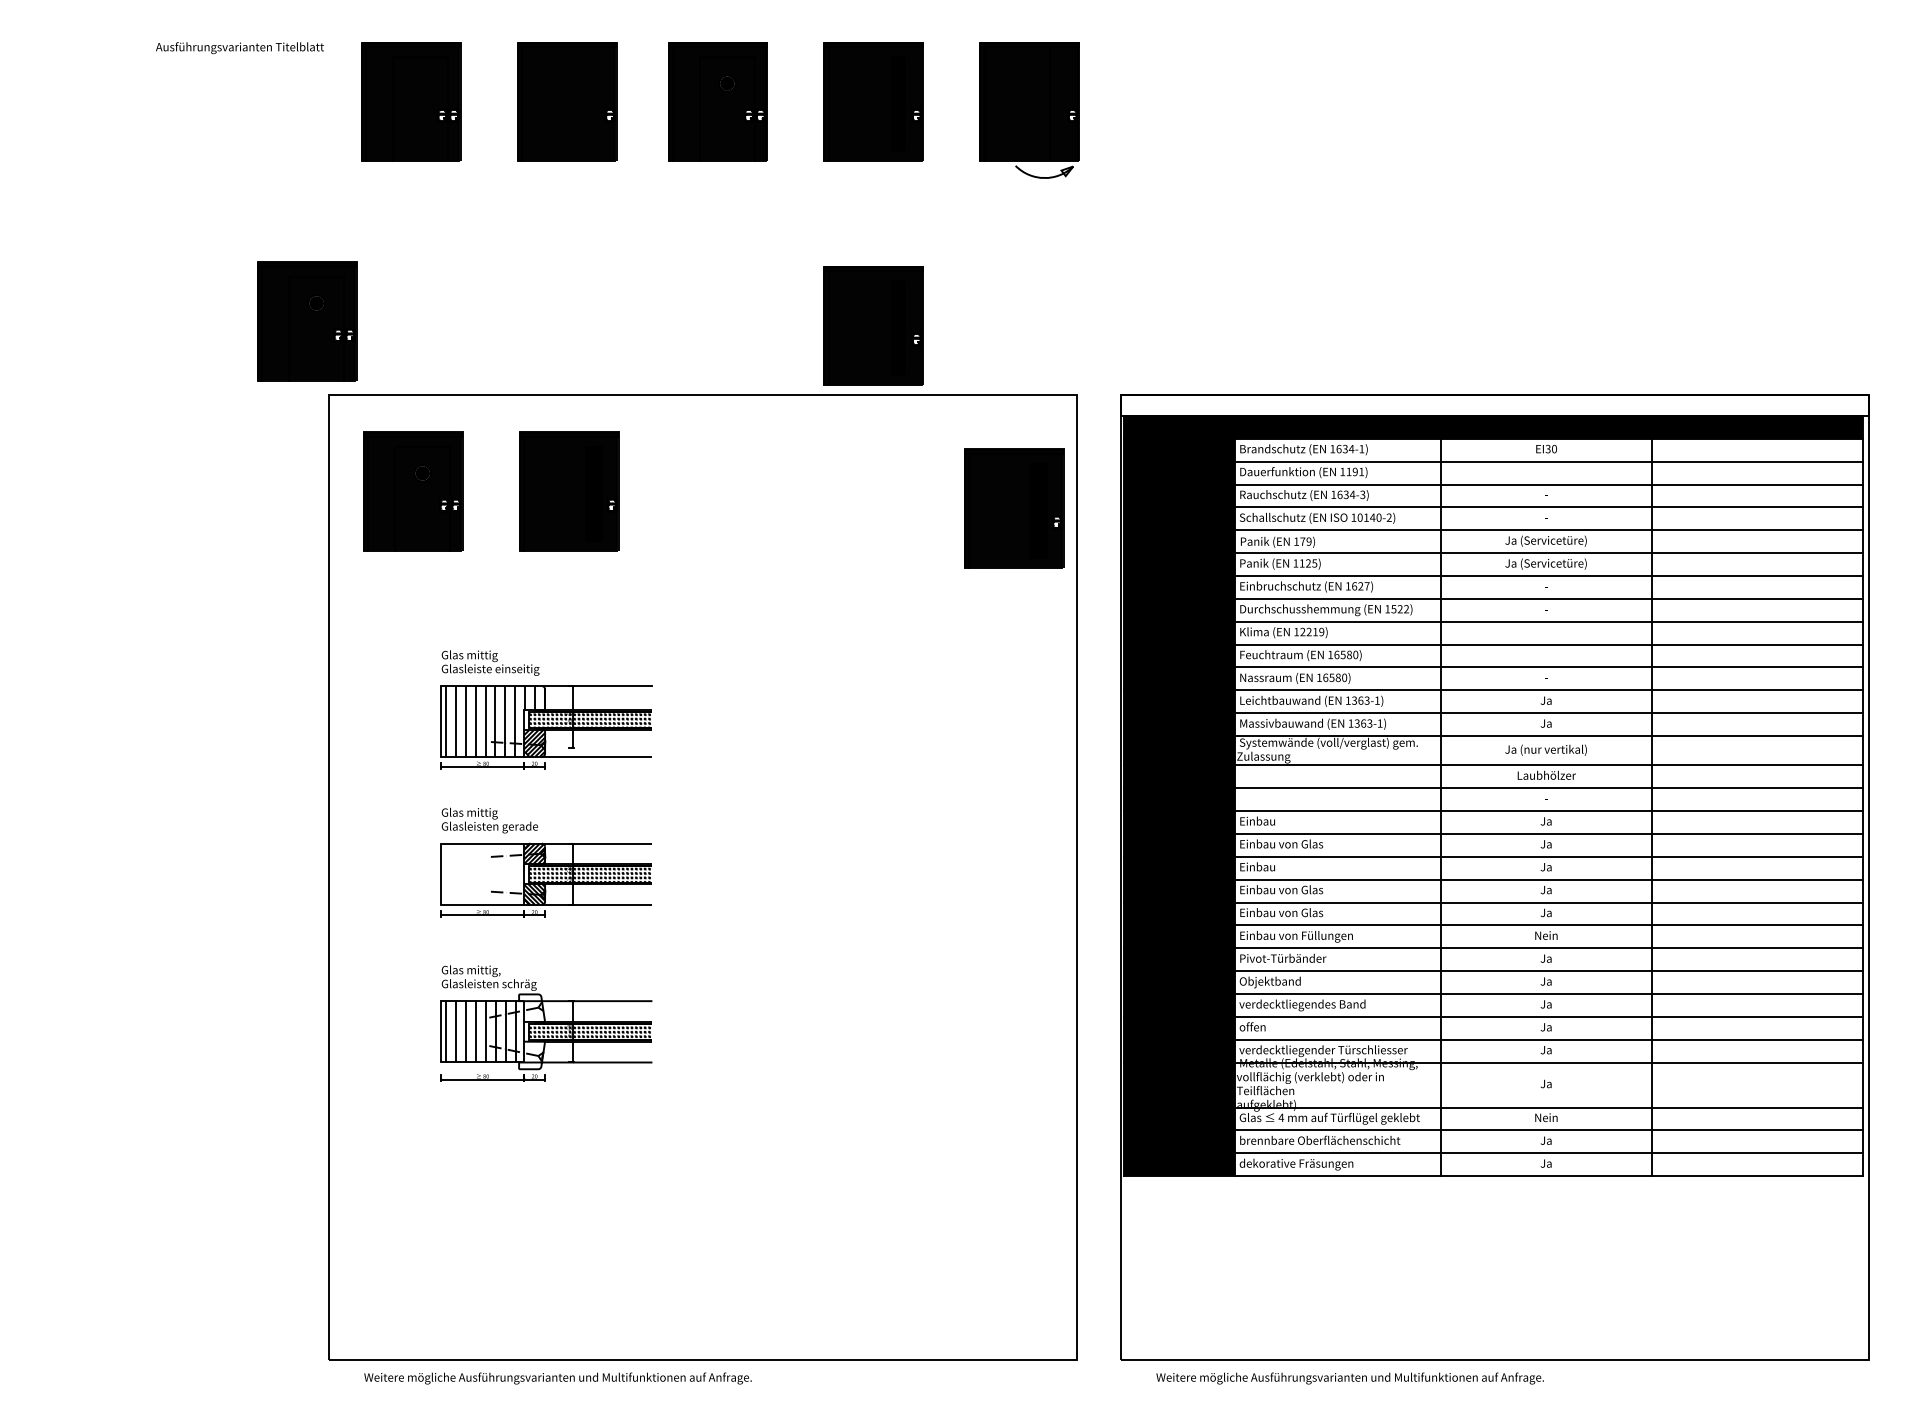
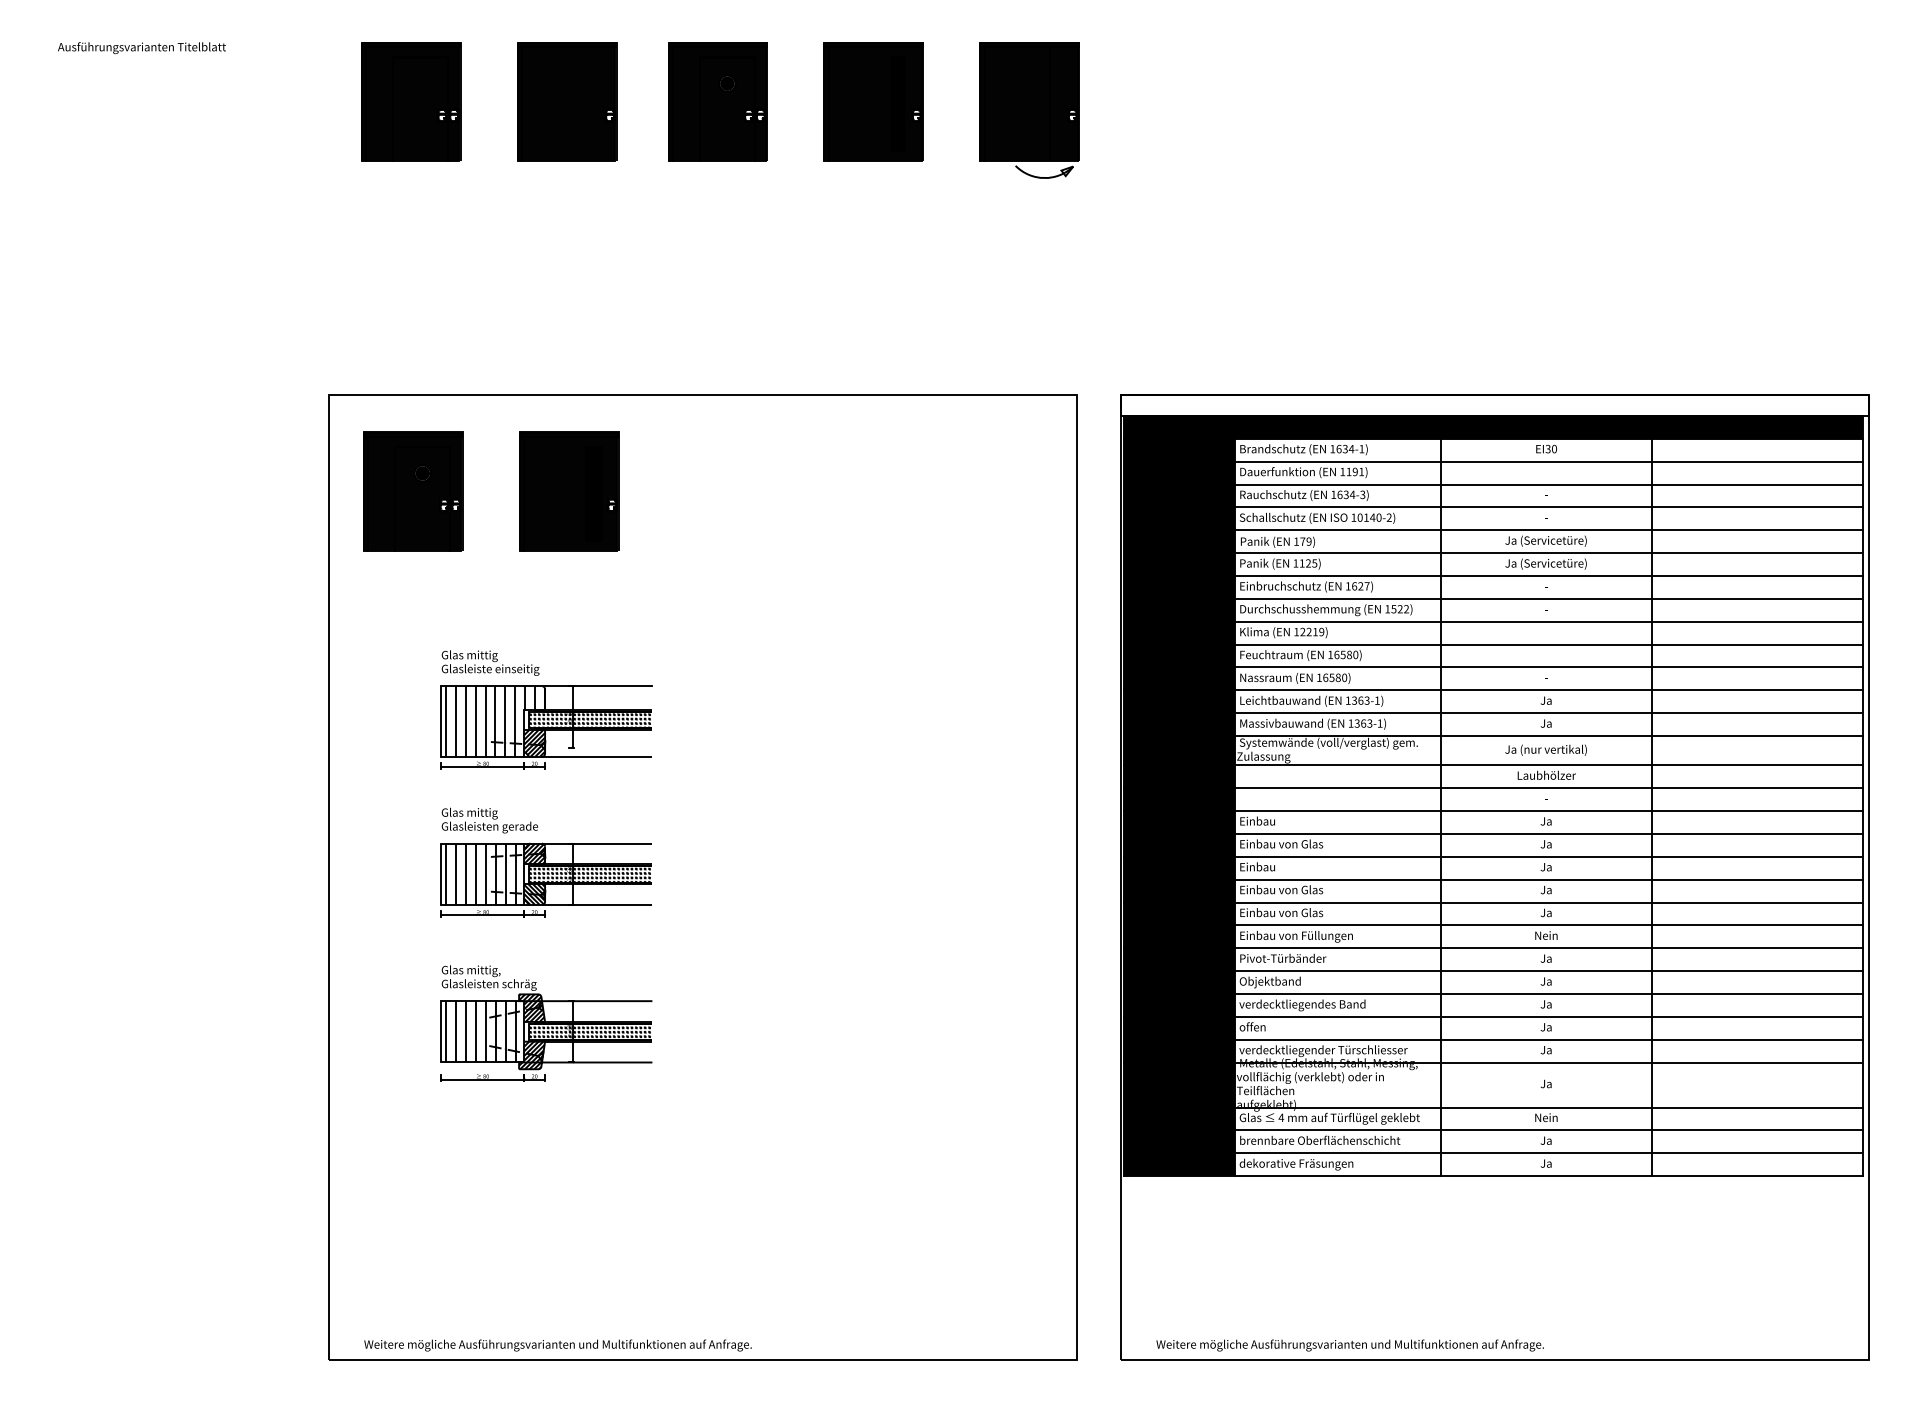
text at (239, 48) position: (239, 48) -> (141, 48)
part at (307, 321): present -> none
part at (873, 325): present -> none
part at (1014, 508): present -> none
hatch at (480, 874): none -> present
hatch at (531, 1007): none -> present
hatch at (531, 1055): none -> present
text at (557, 1378) position: (557, 1378) -> (557, 1345)
text at (1349, 1378) position: (1349, 1378) -> (1349, 1345)
